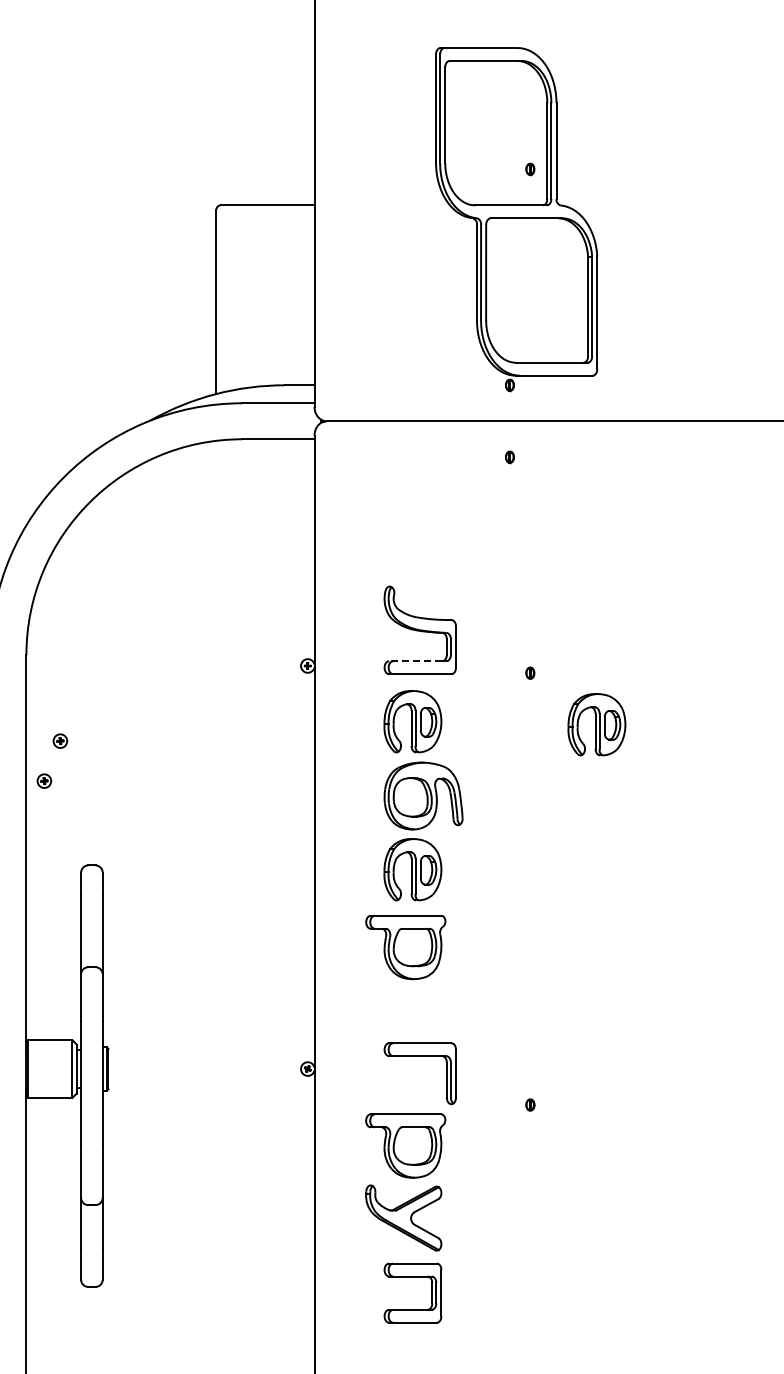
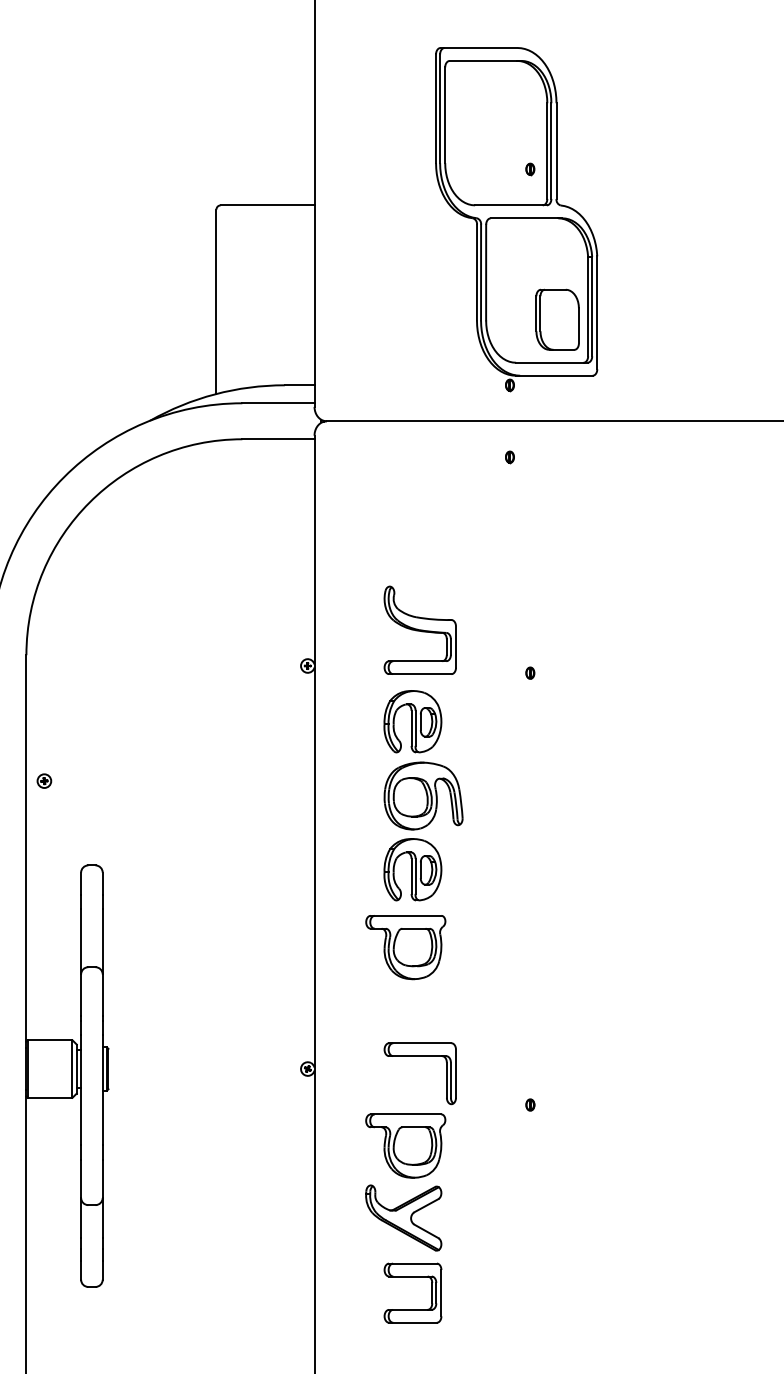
part at (557, 319): none -> present
line at (415, 661): dashed -> solid
part at (596, 724): present -> none
part at (60, 740): present -> none
